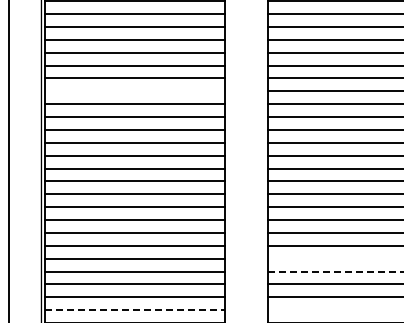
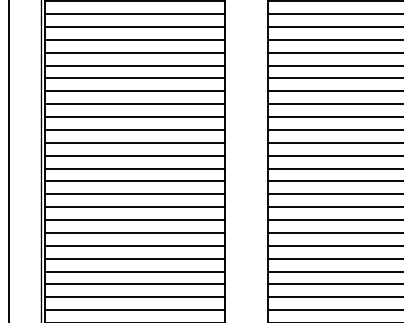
line at (135, 91): none -> present
line at (333, 258): none -> present
line at (335, 271): dashed -> solid
line at (135, 310): dashed -> solid
line at (333, 310): none -> present
